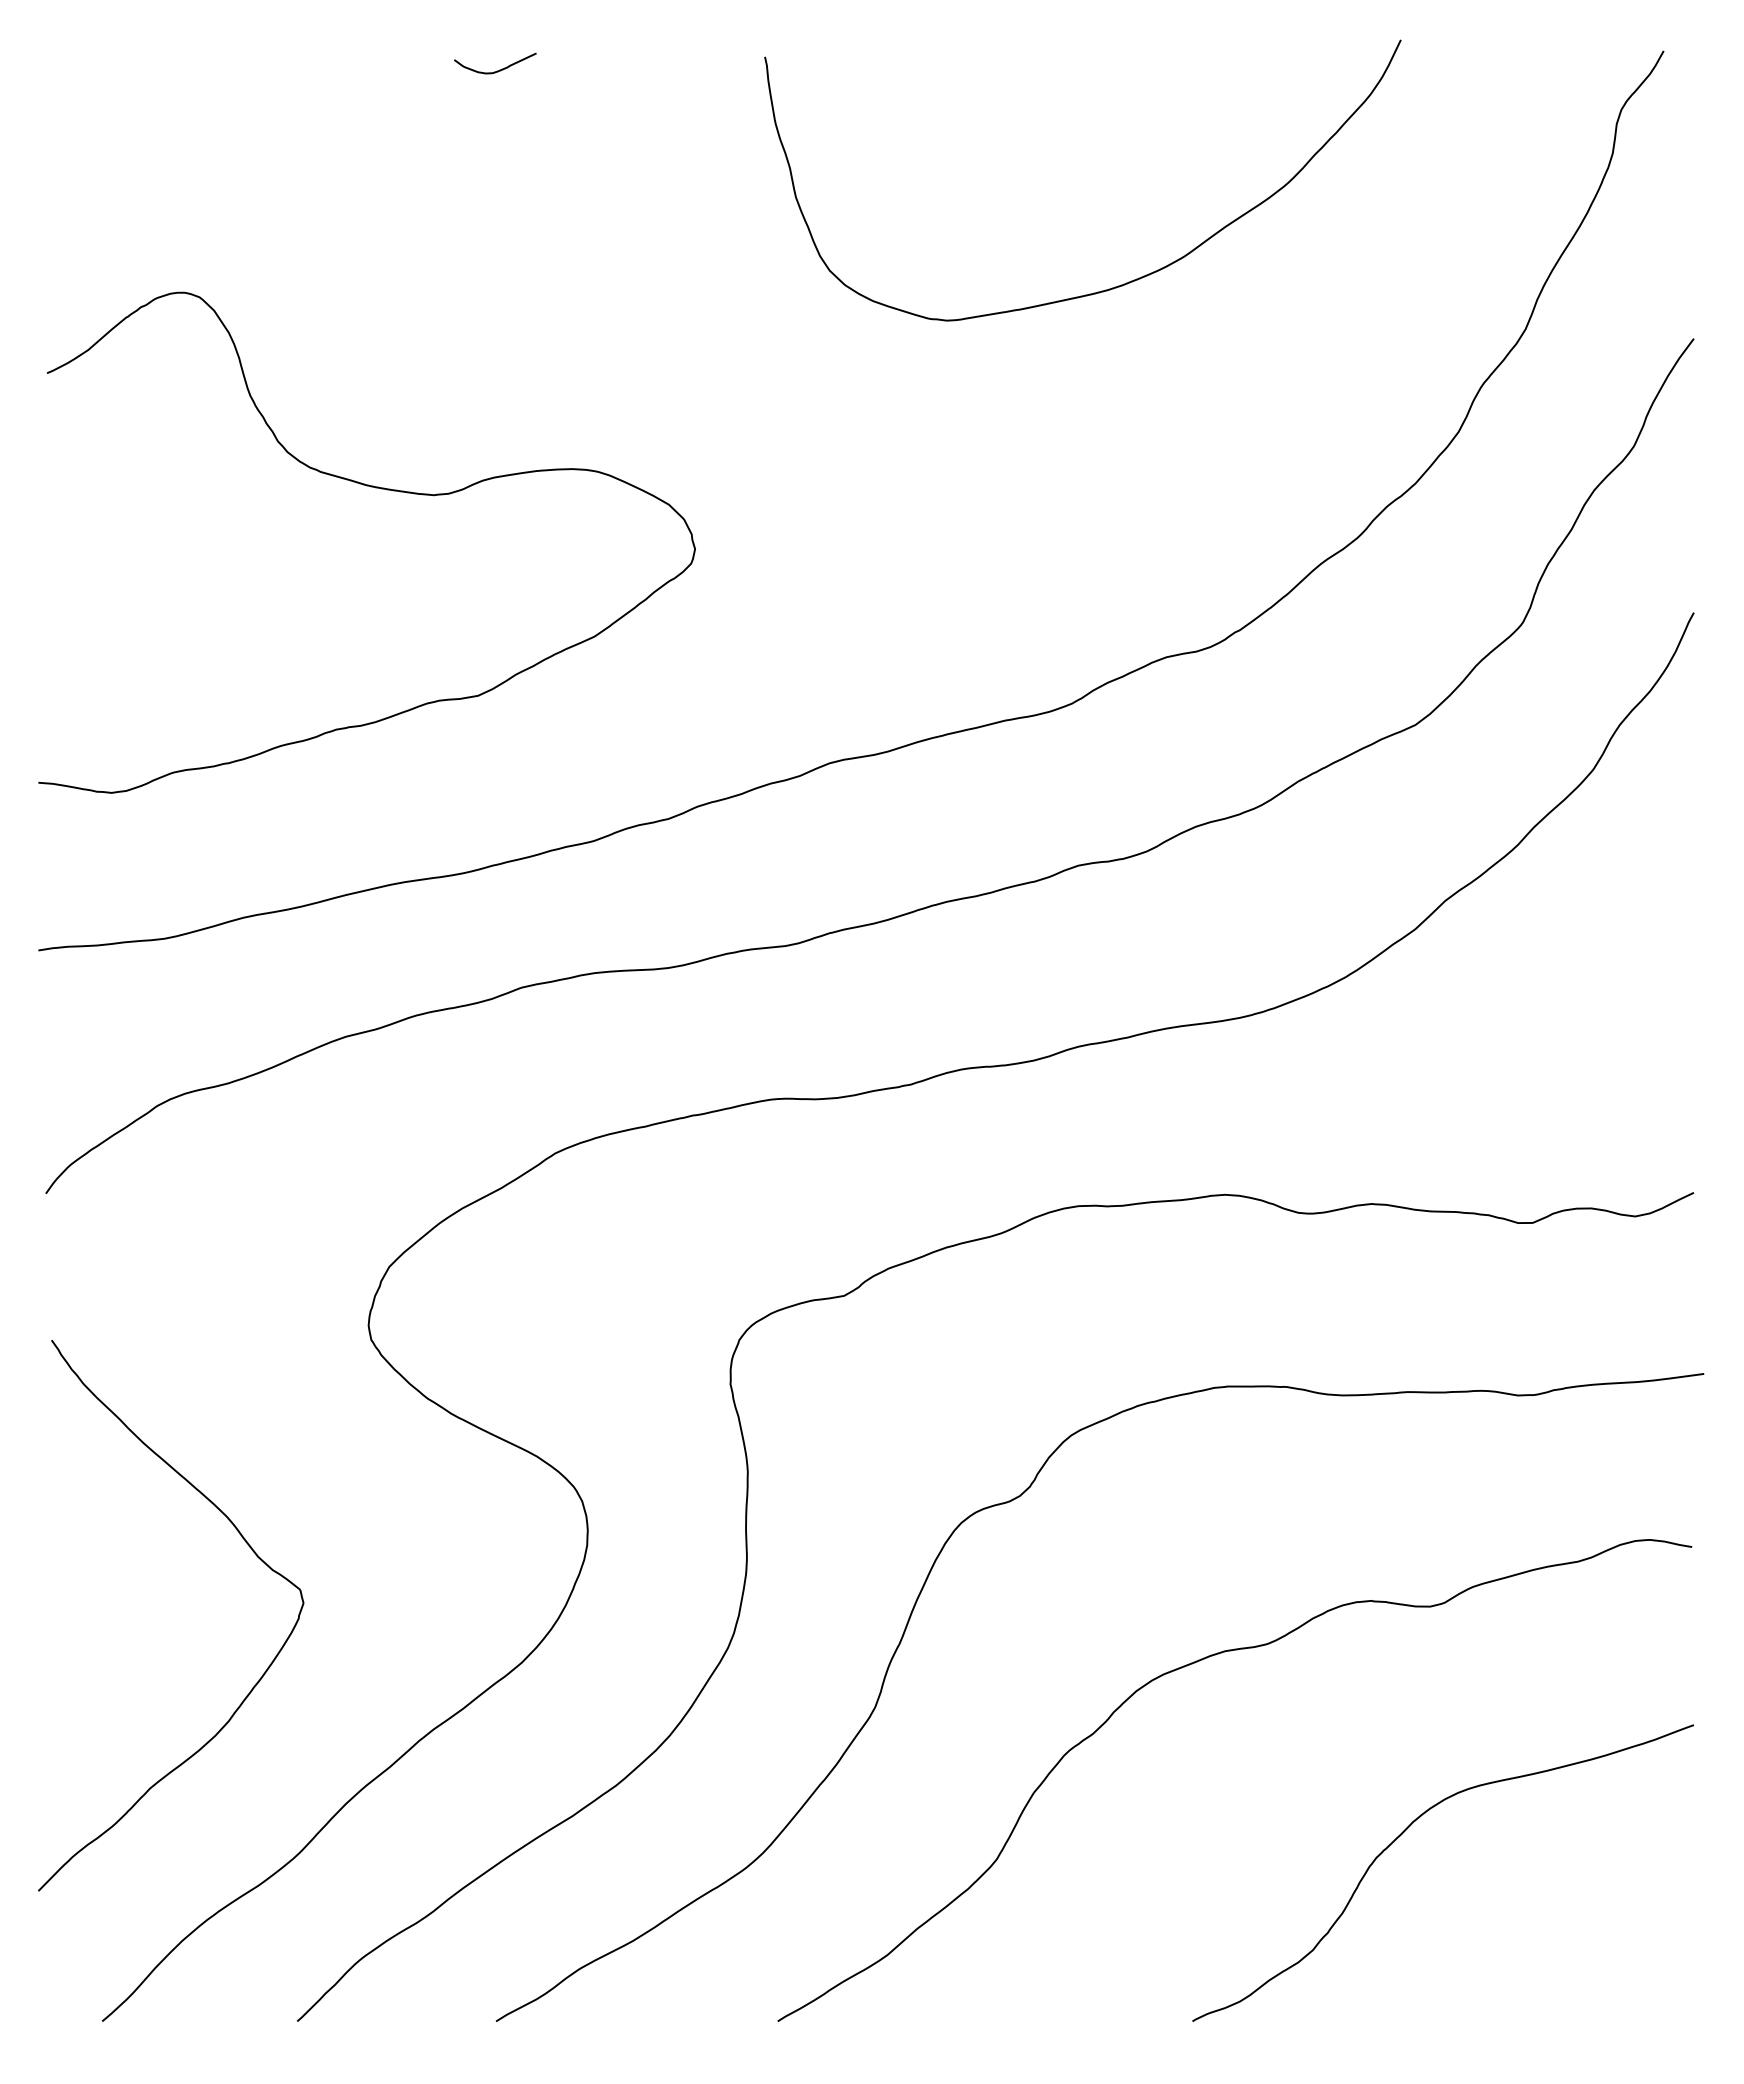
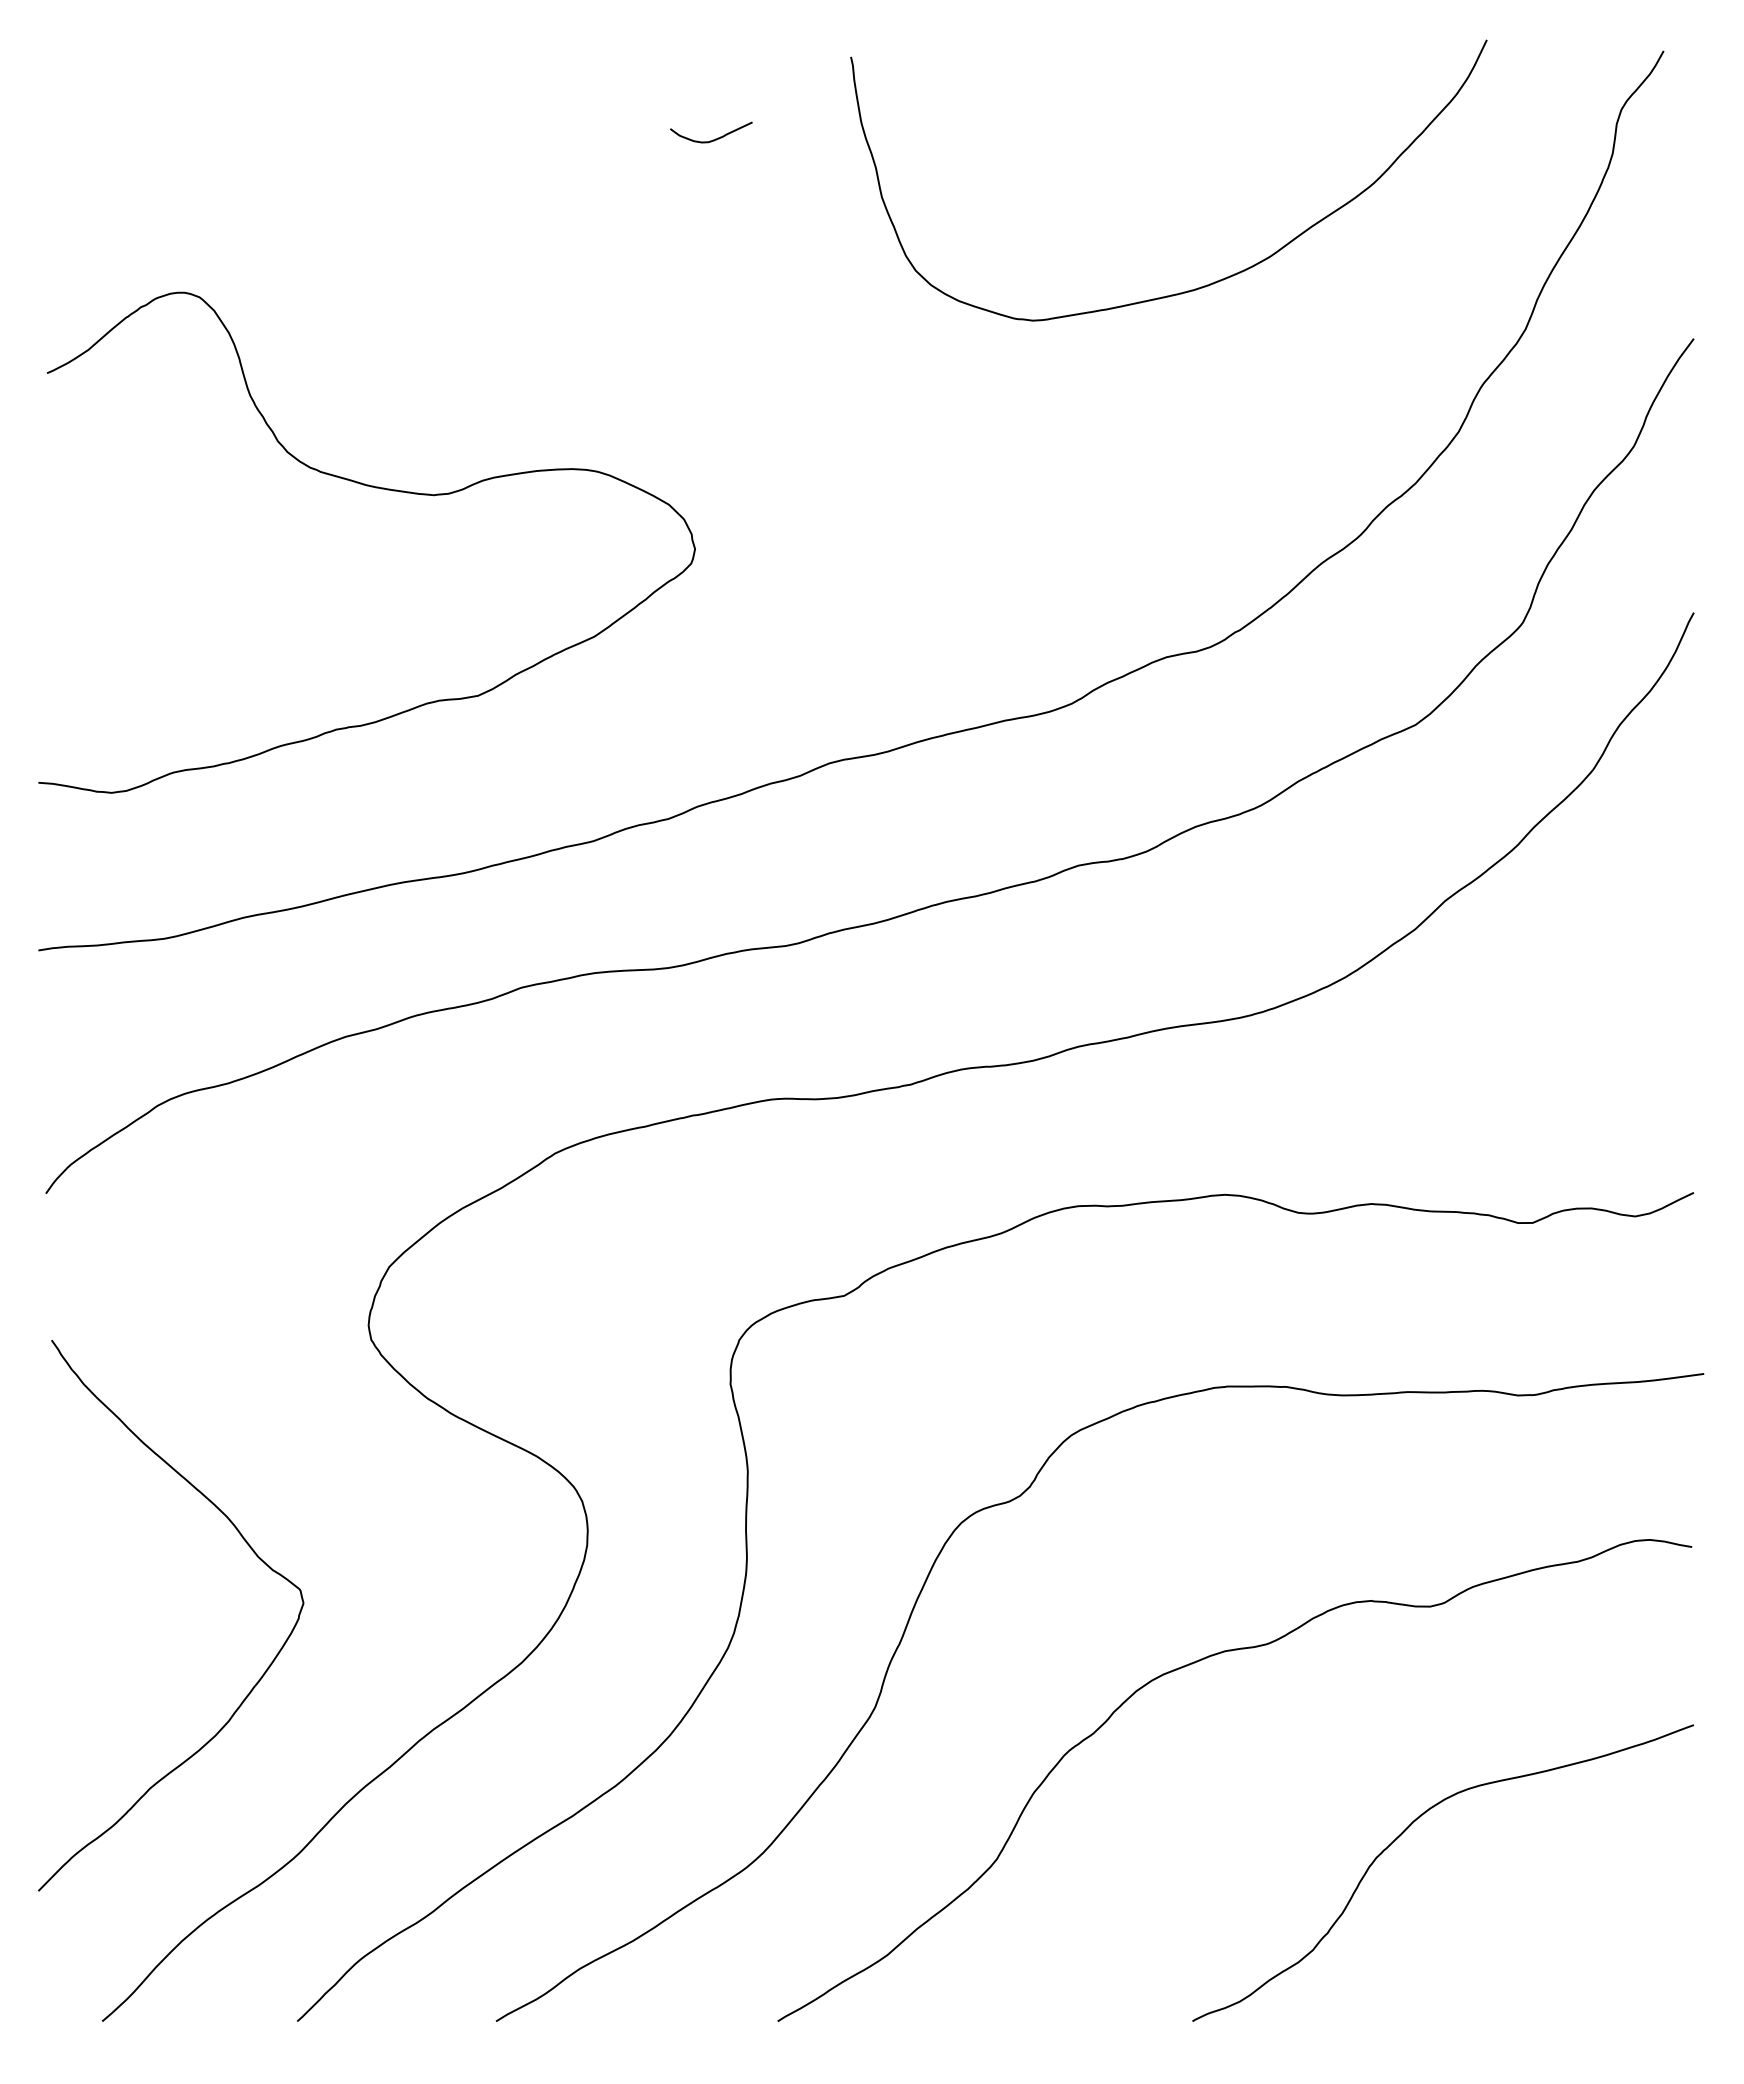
curve at (499, 69) position: (499, 69) -> (715, 138)
curve at (1123, 283) position: (1123, 283) -> (1209, 283)
